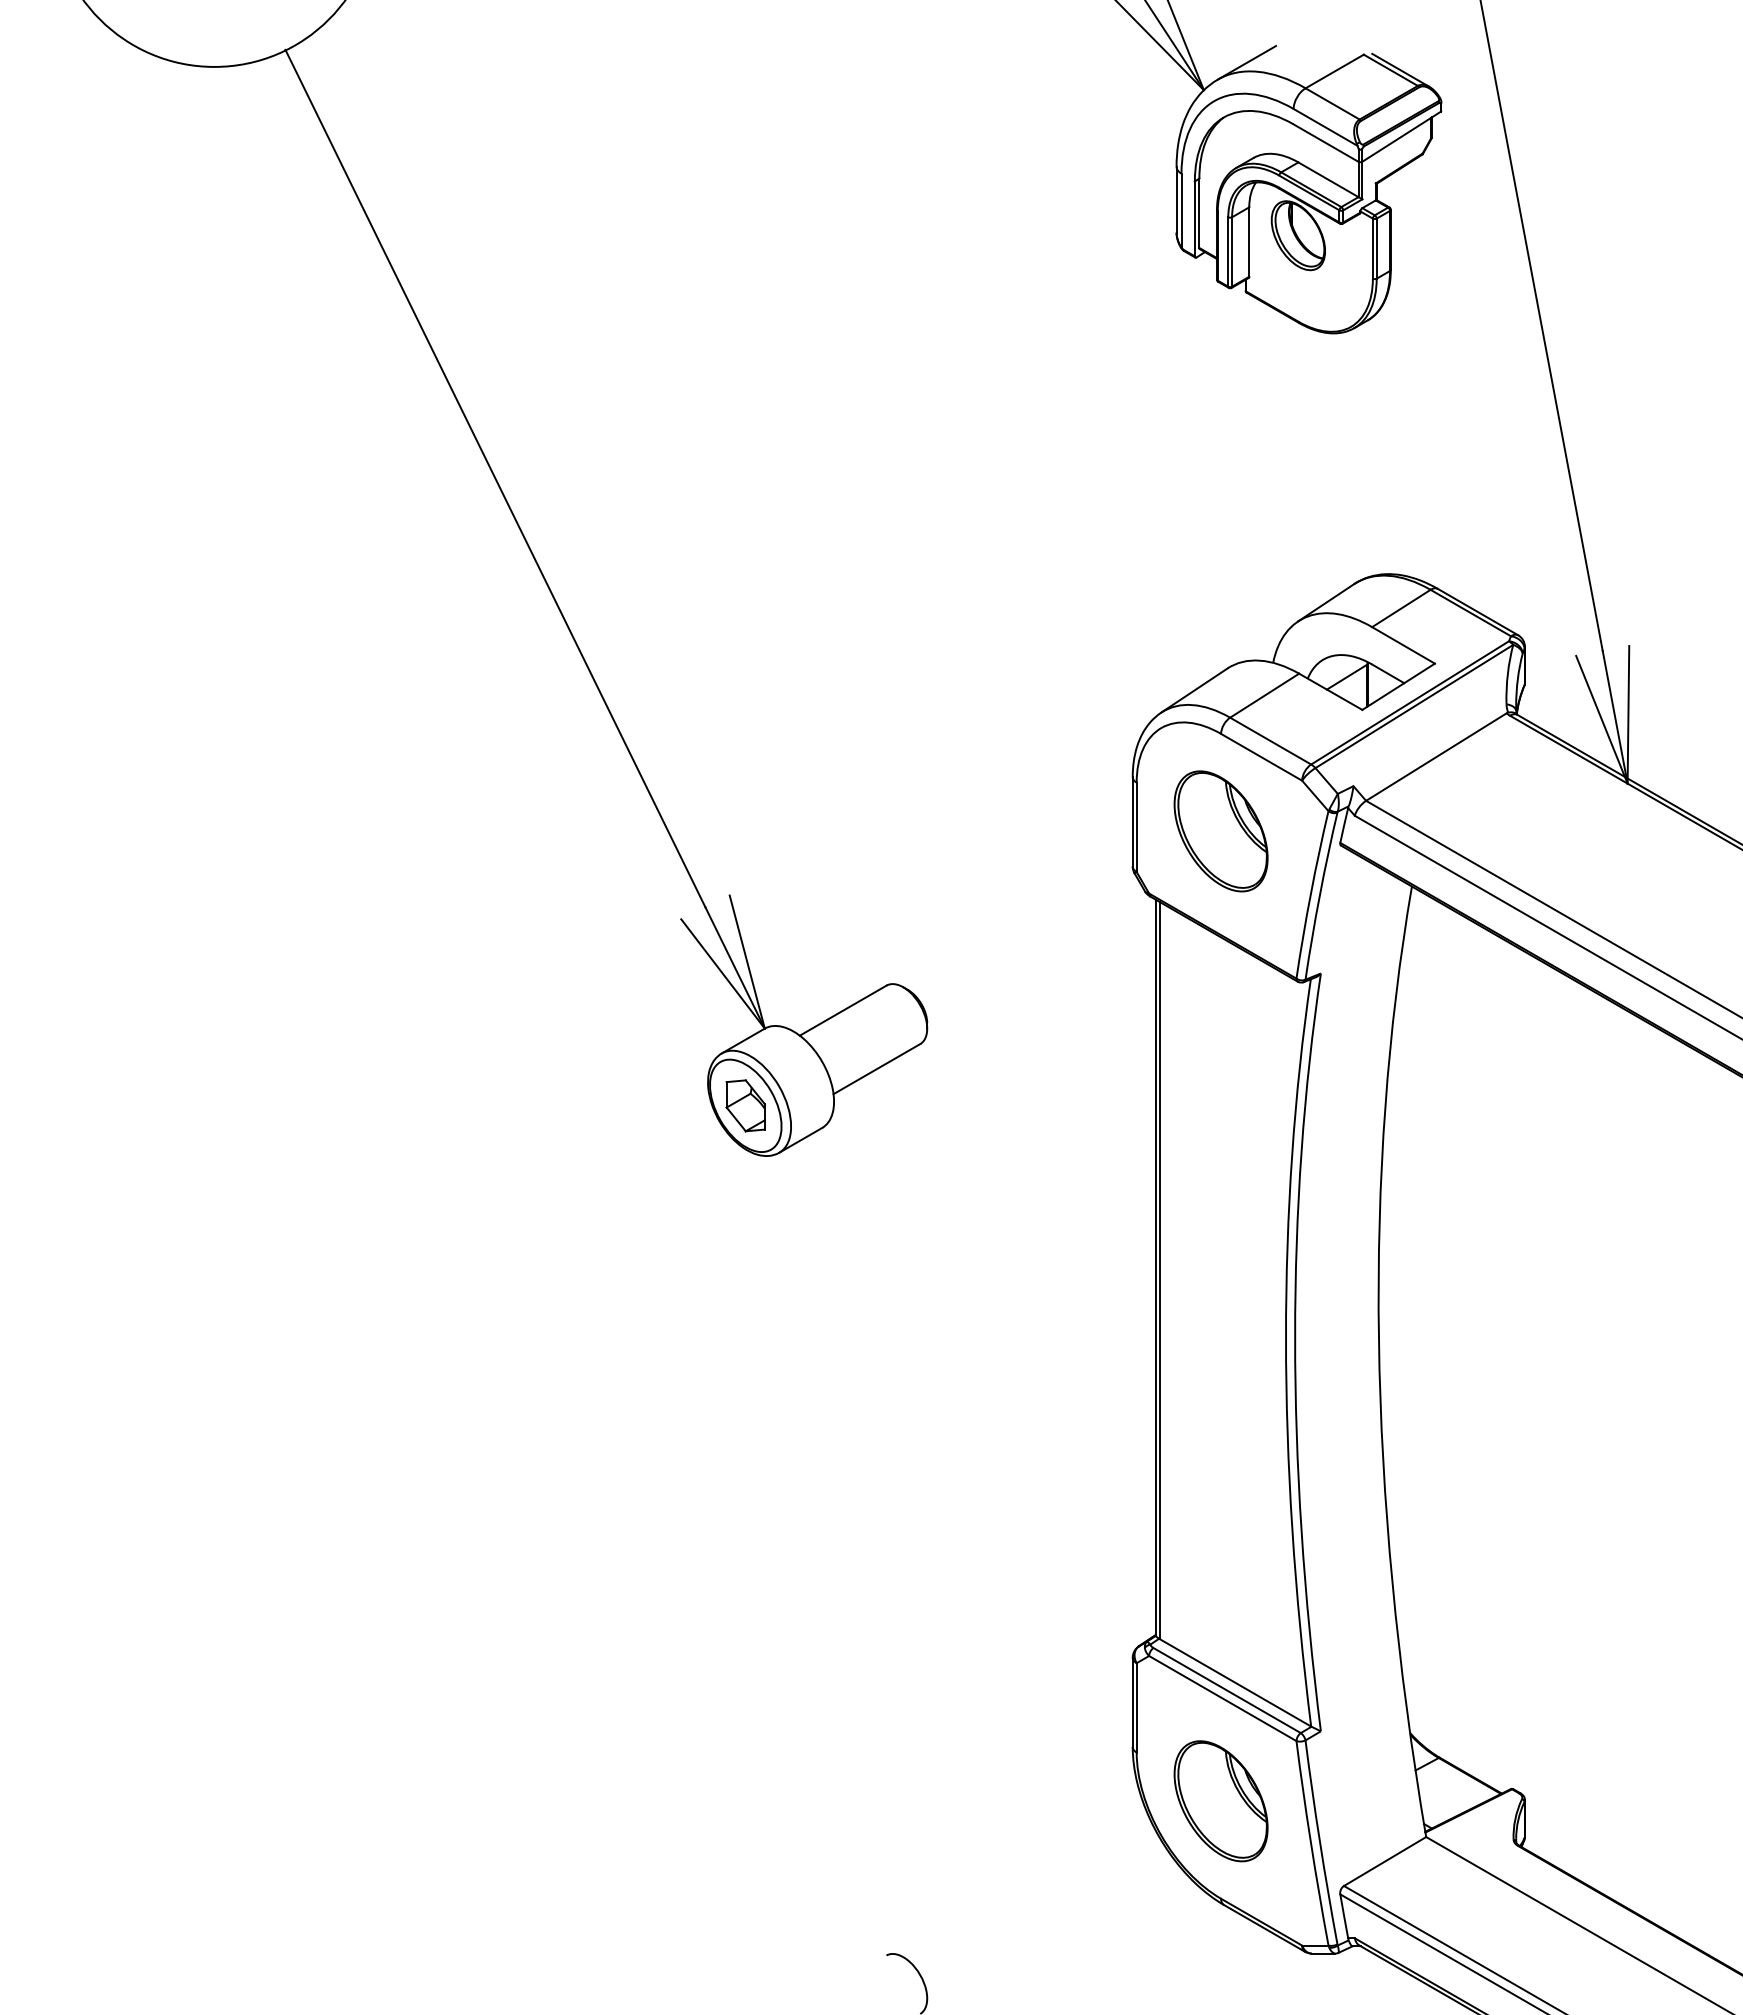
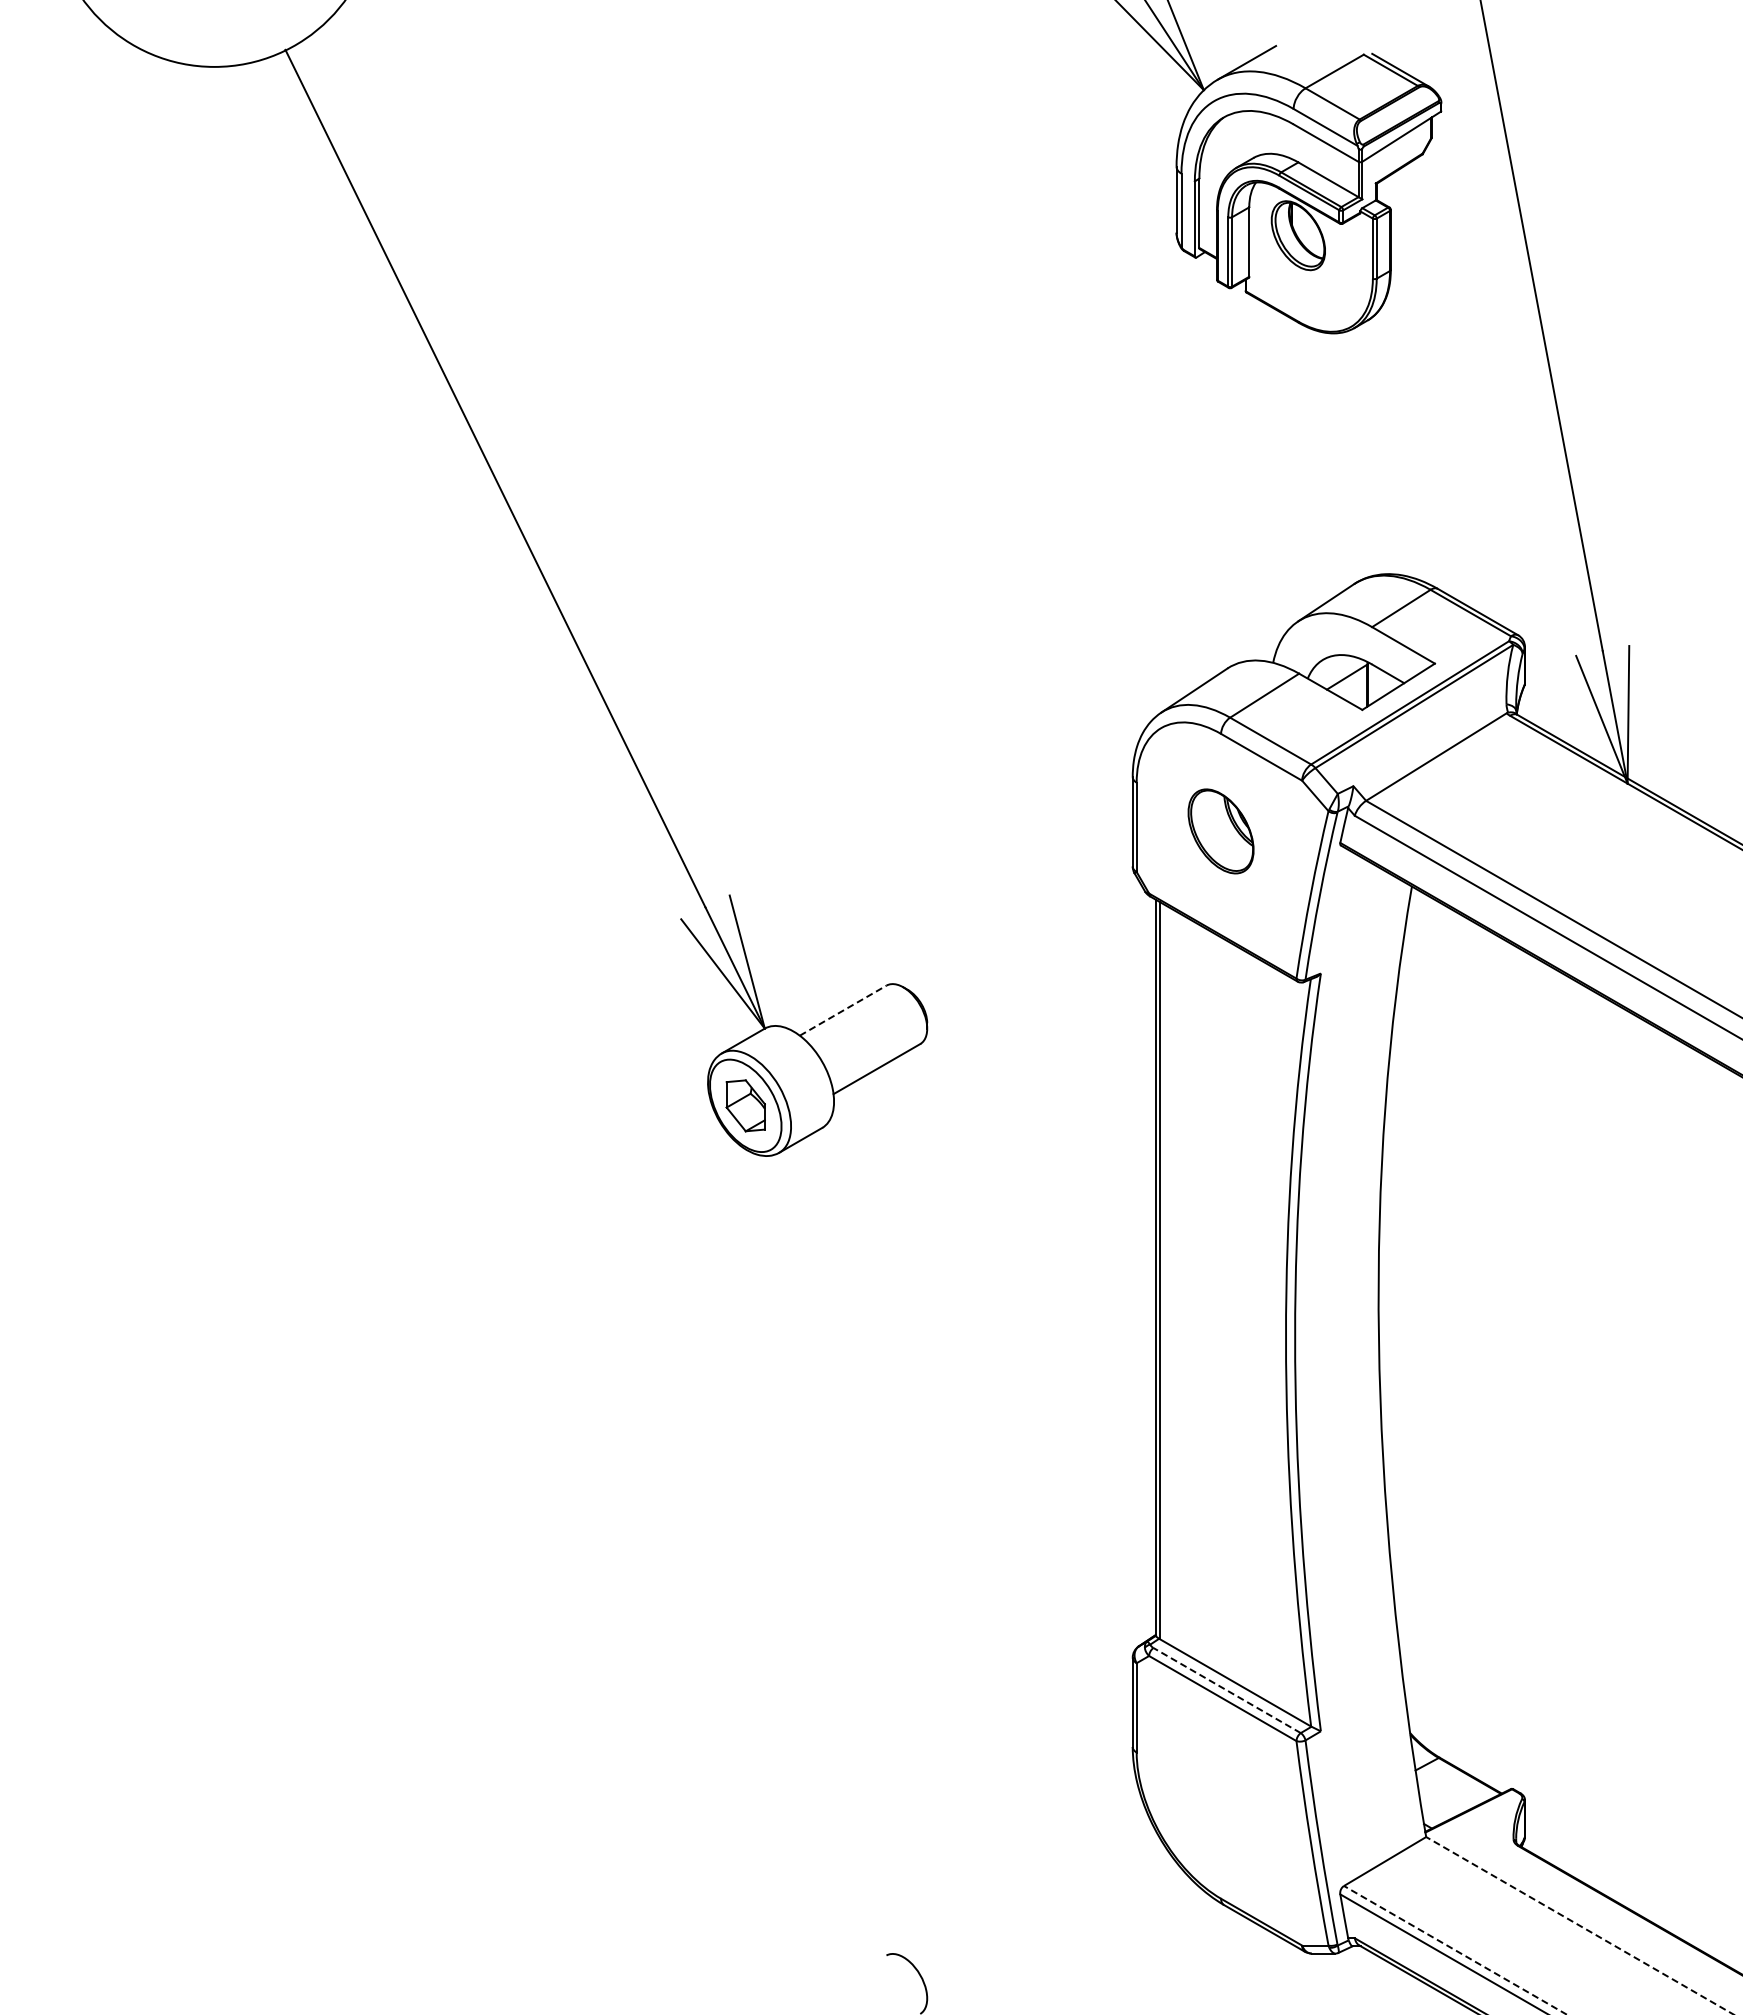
part at (1220, 831) size: 96x123 px -> 68x87 px
line at (843, 1010): solid -> dashed
line at (1226, 1690): solid -> dashed
part at (1220, 1801): present -> none
line at (1579, 1925): solid -> dashed
line at (1455, 1950): solid -> dashed
